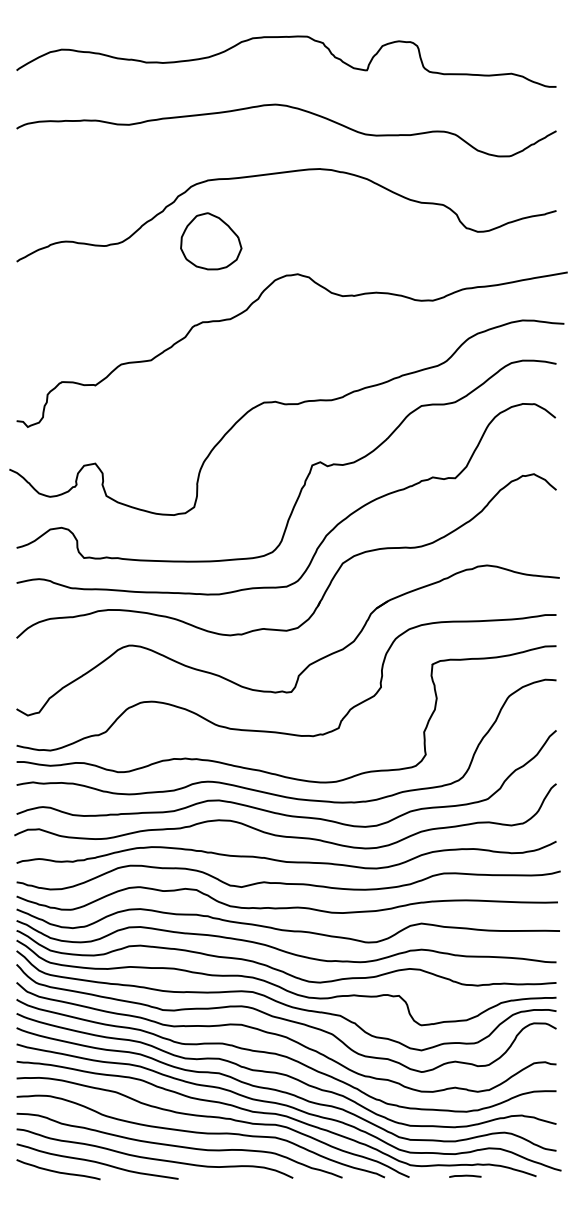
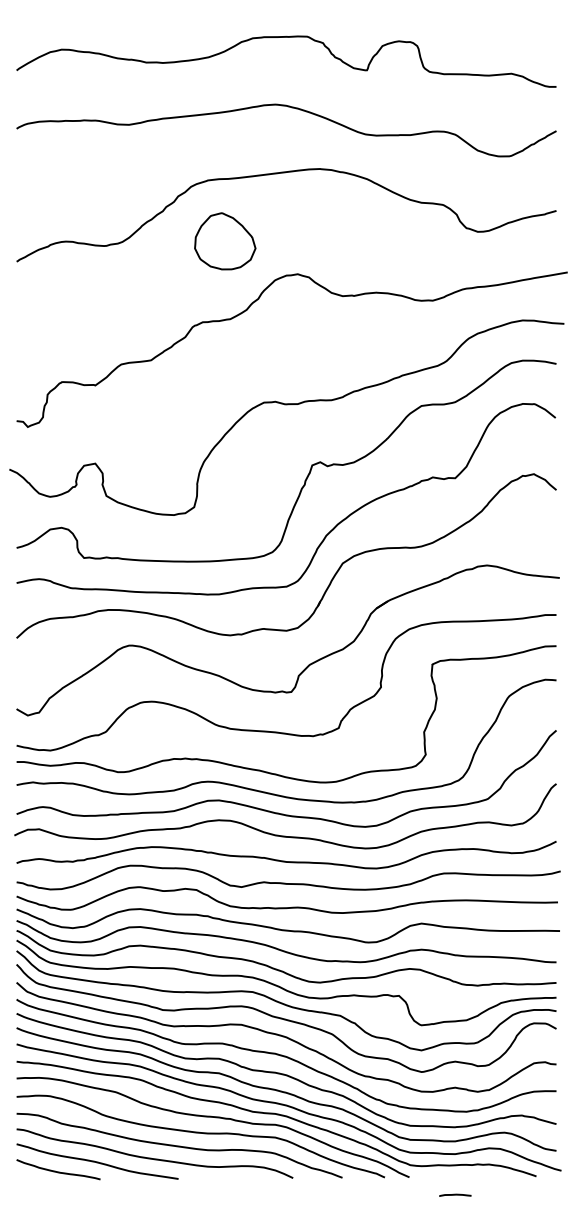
part at (211, 241) position: (211, 241) -> (225, 241)
line at (465, 1175) position: (465, 1175) -> (455, 1194)
